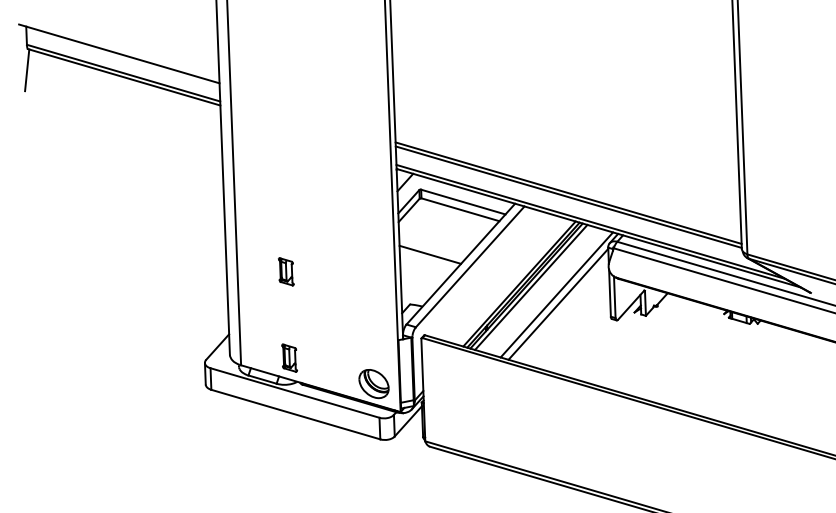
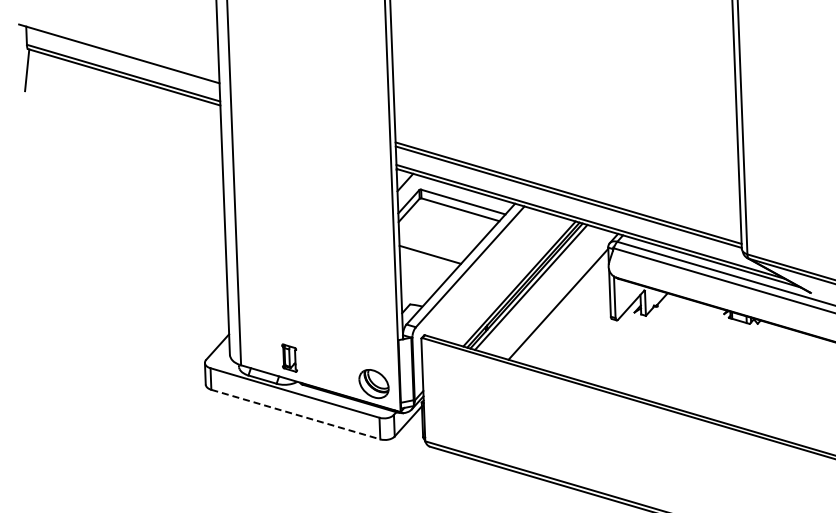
part at (285, 271): present -> none
line at (556, 294): present -> none
line at (296, 414): solid -> dashed
